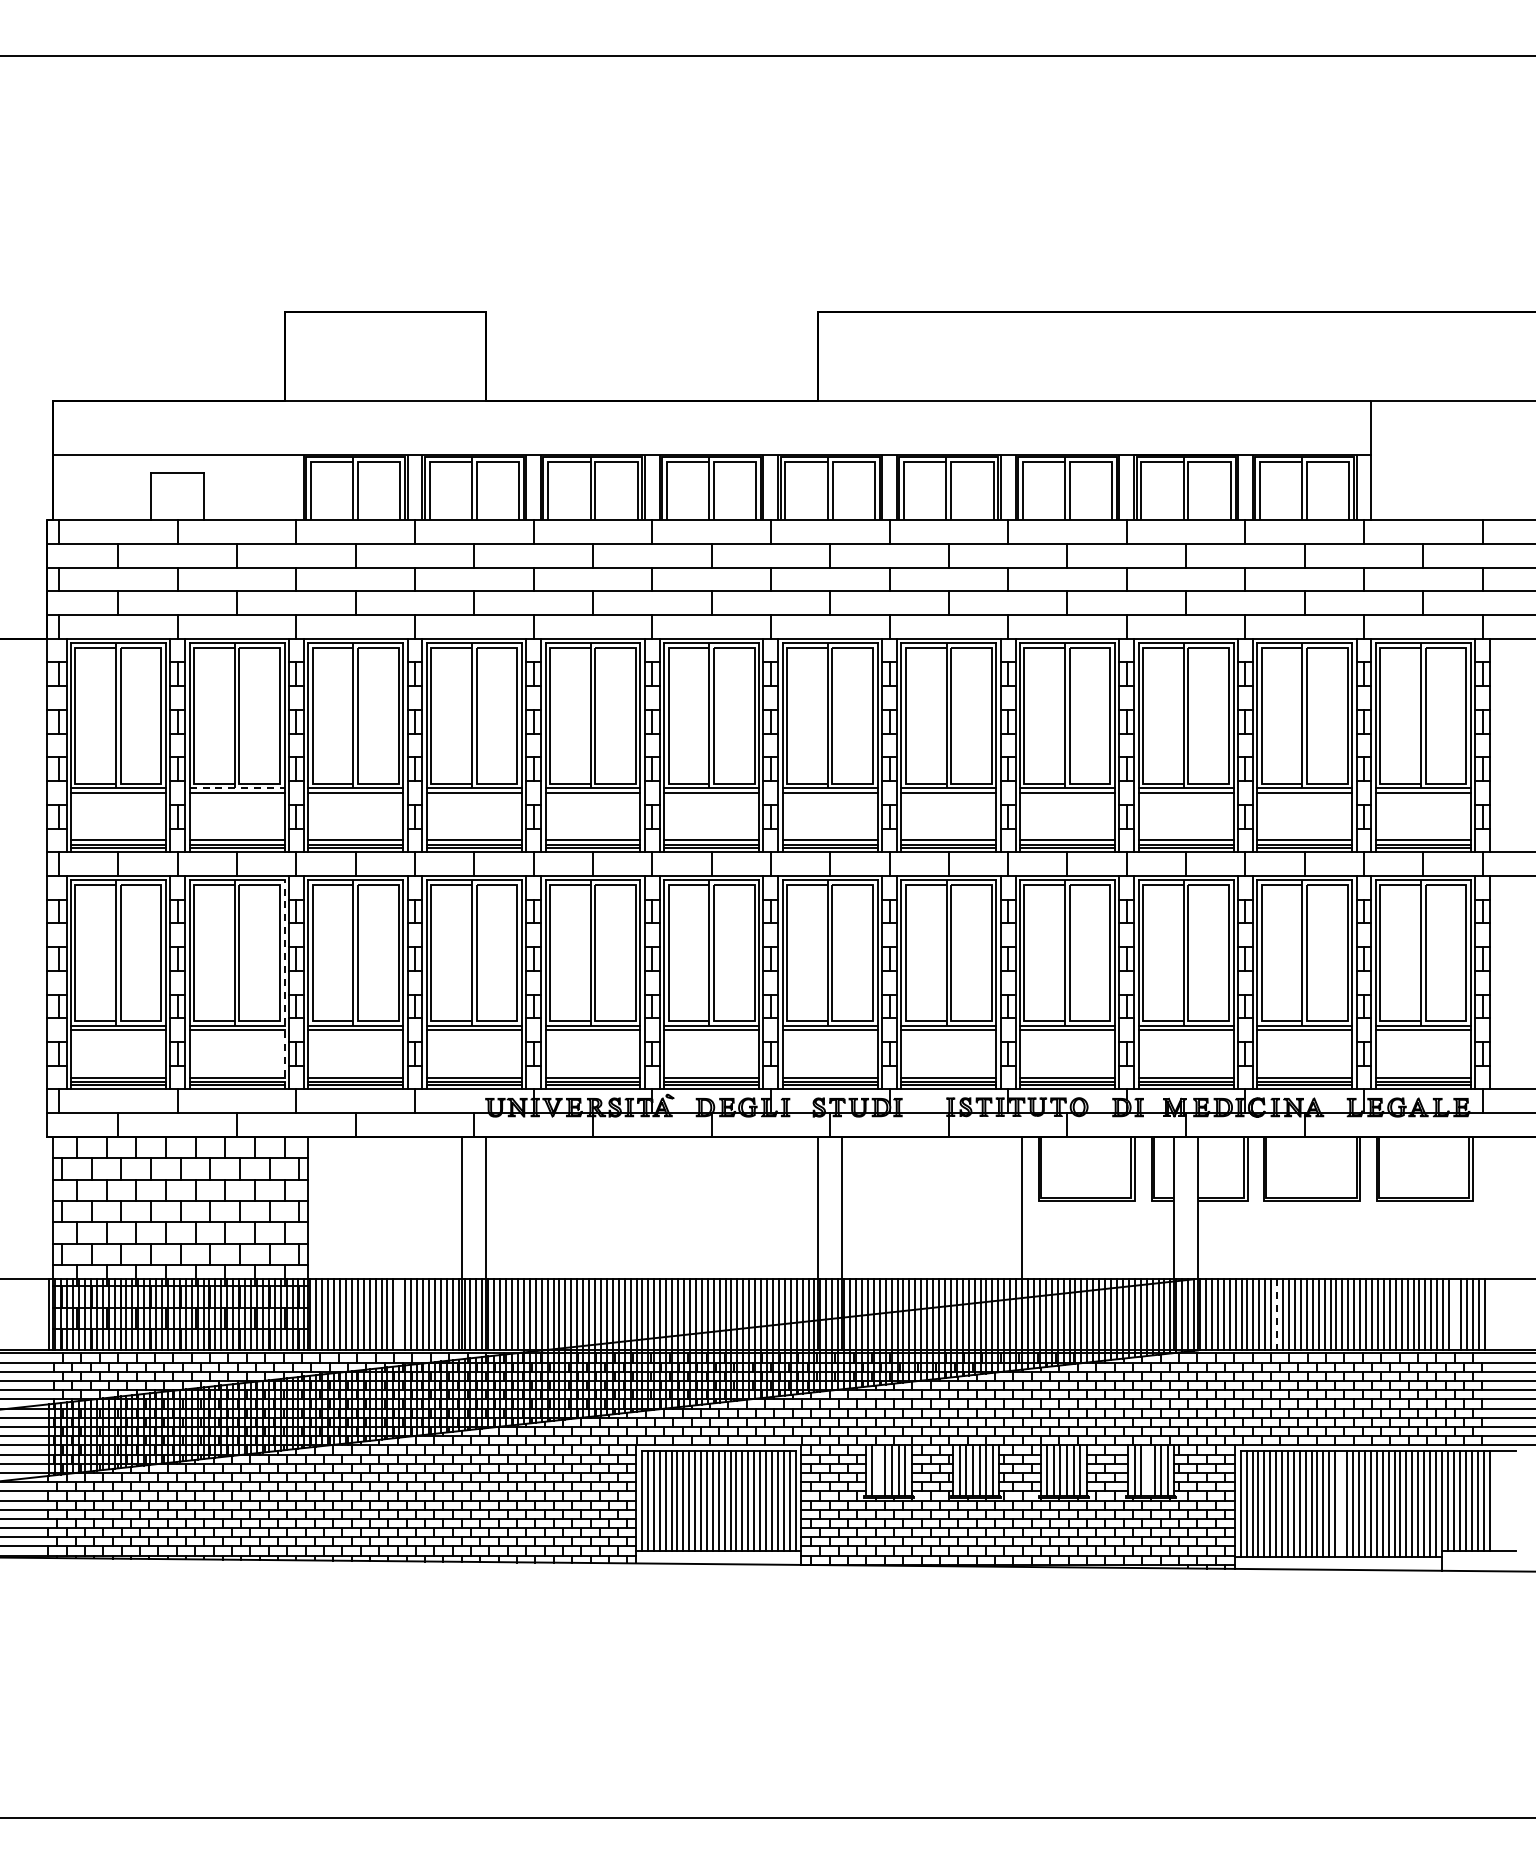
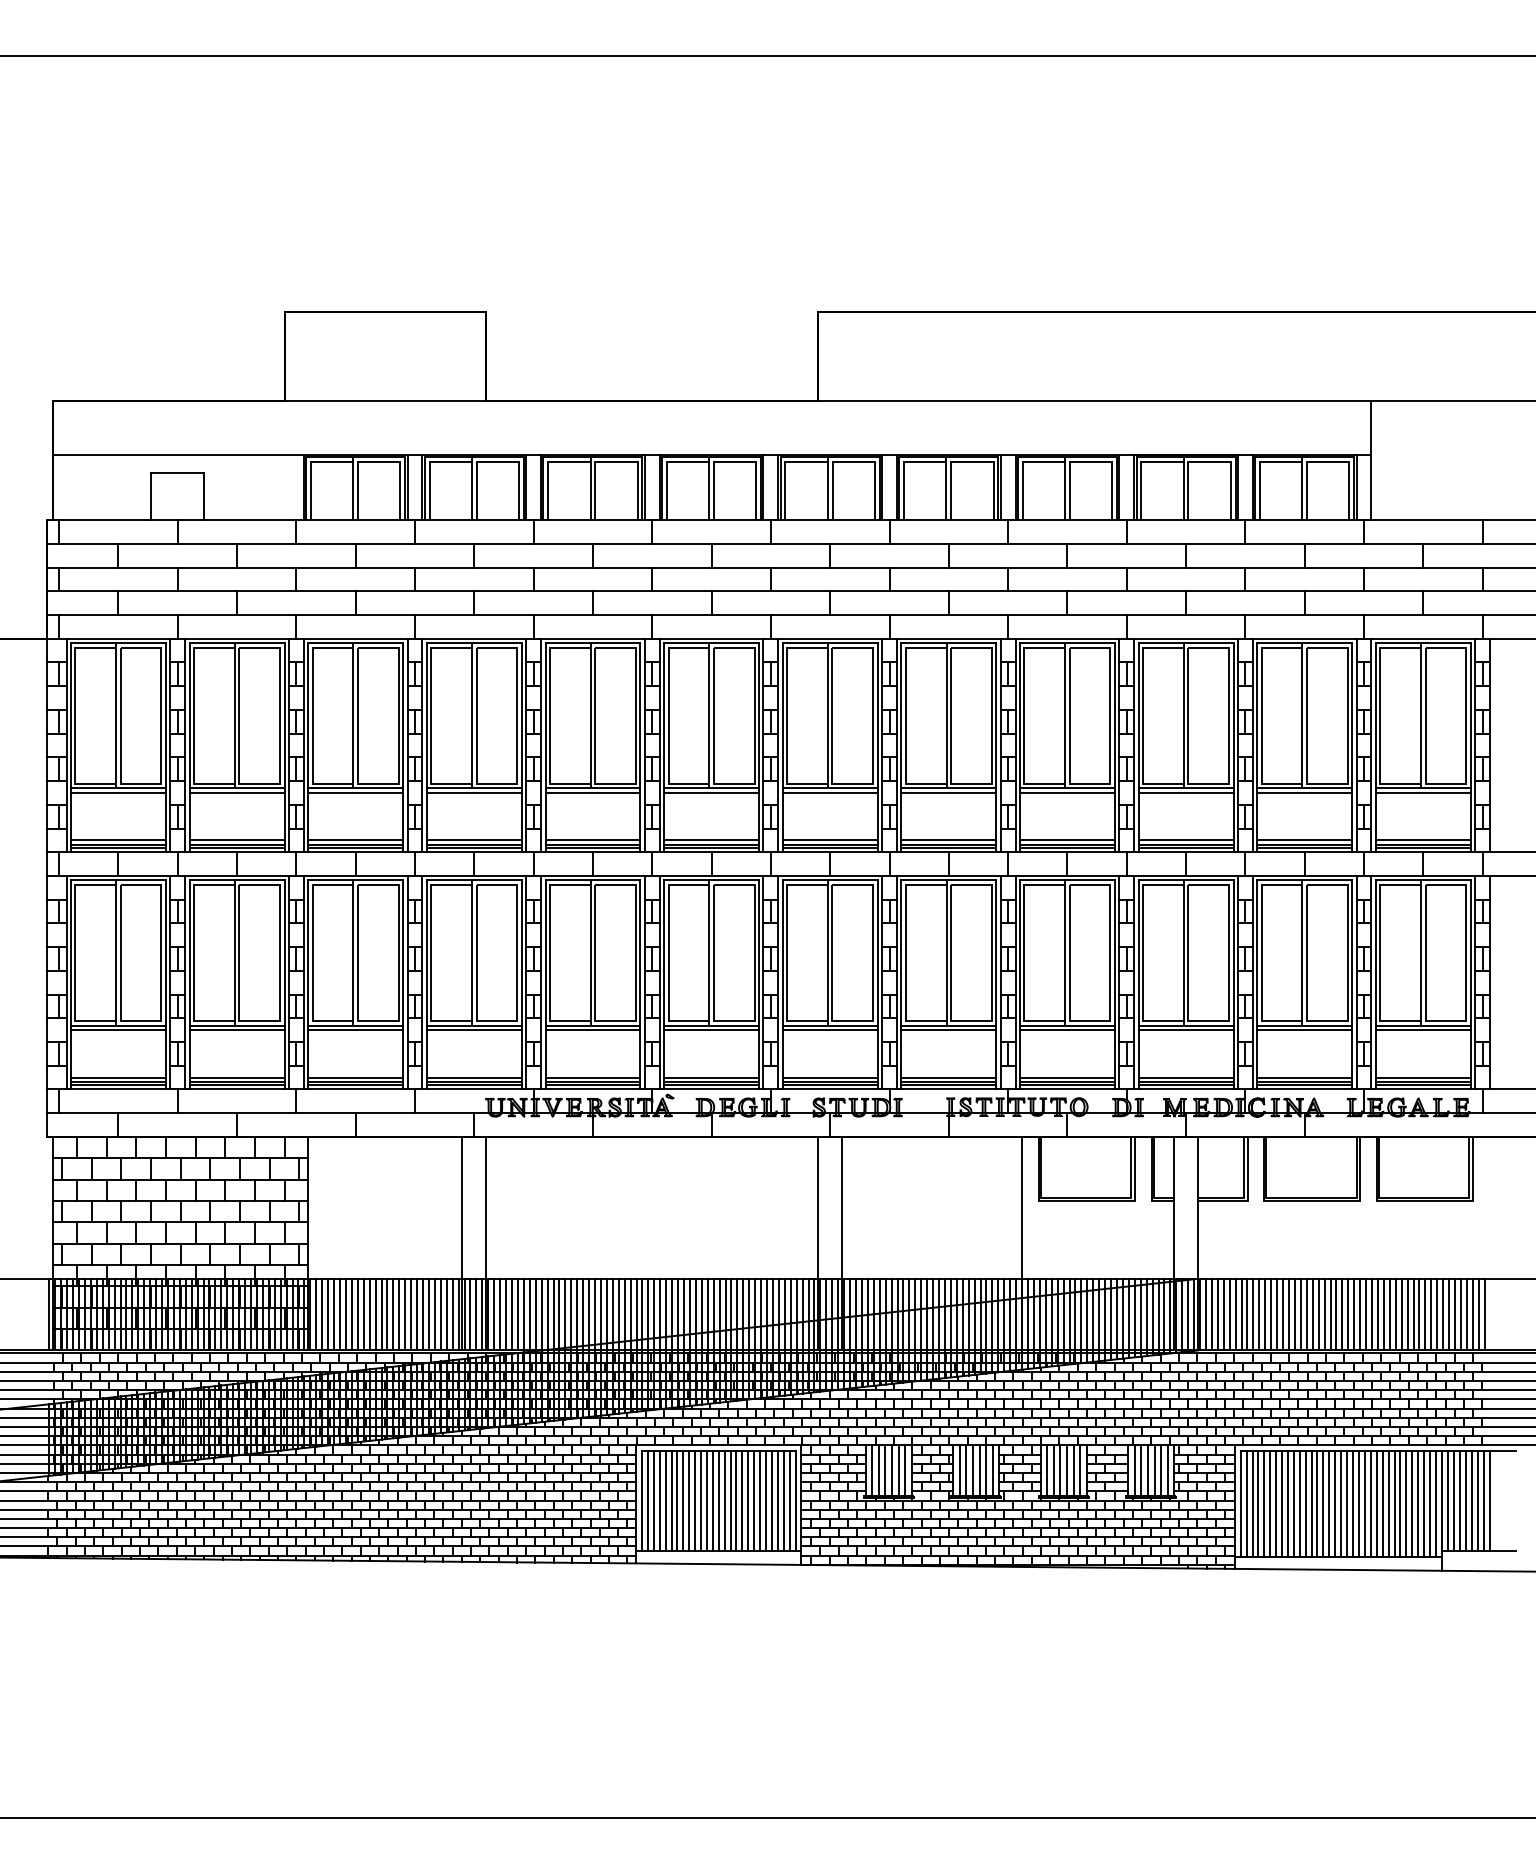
line at (237, 788): dashed -> solid
line at (284, 984): dashed -> solid
line at (399, 1314): none -> present
line at (1277, 1314): dashed -> solid
line at (1455, 1314): none -> present
line at (878, 1470): none -> present
line at (1147, 1470): none -> present
line at (1341, 1504): none -> present
